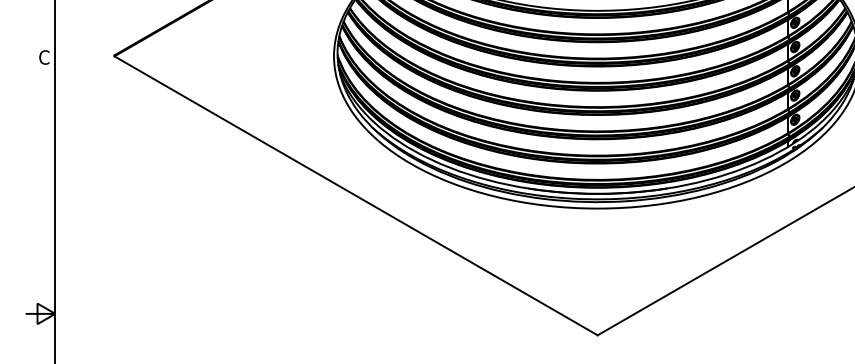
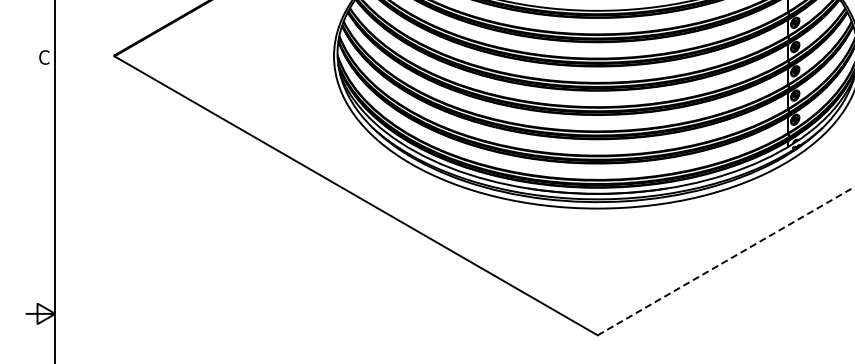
line at (726, 260): solid -> dashed
